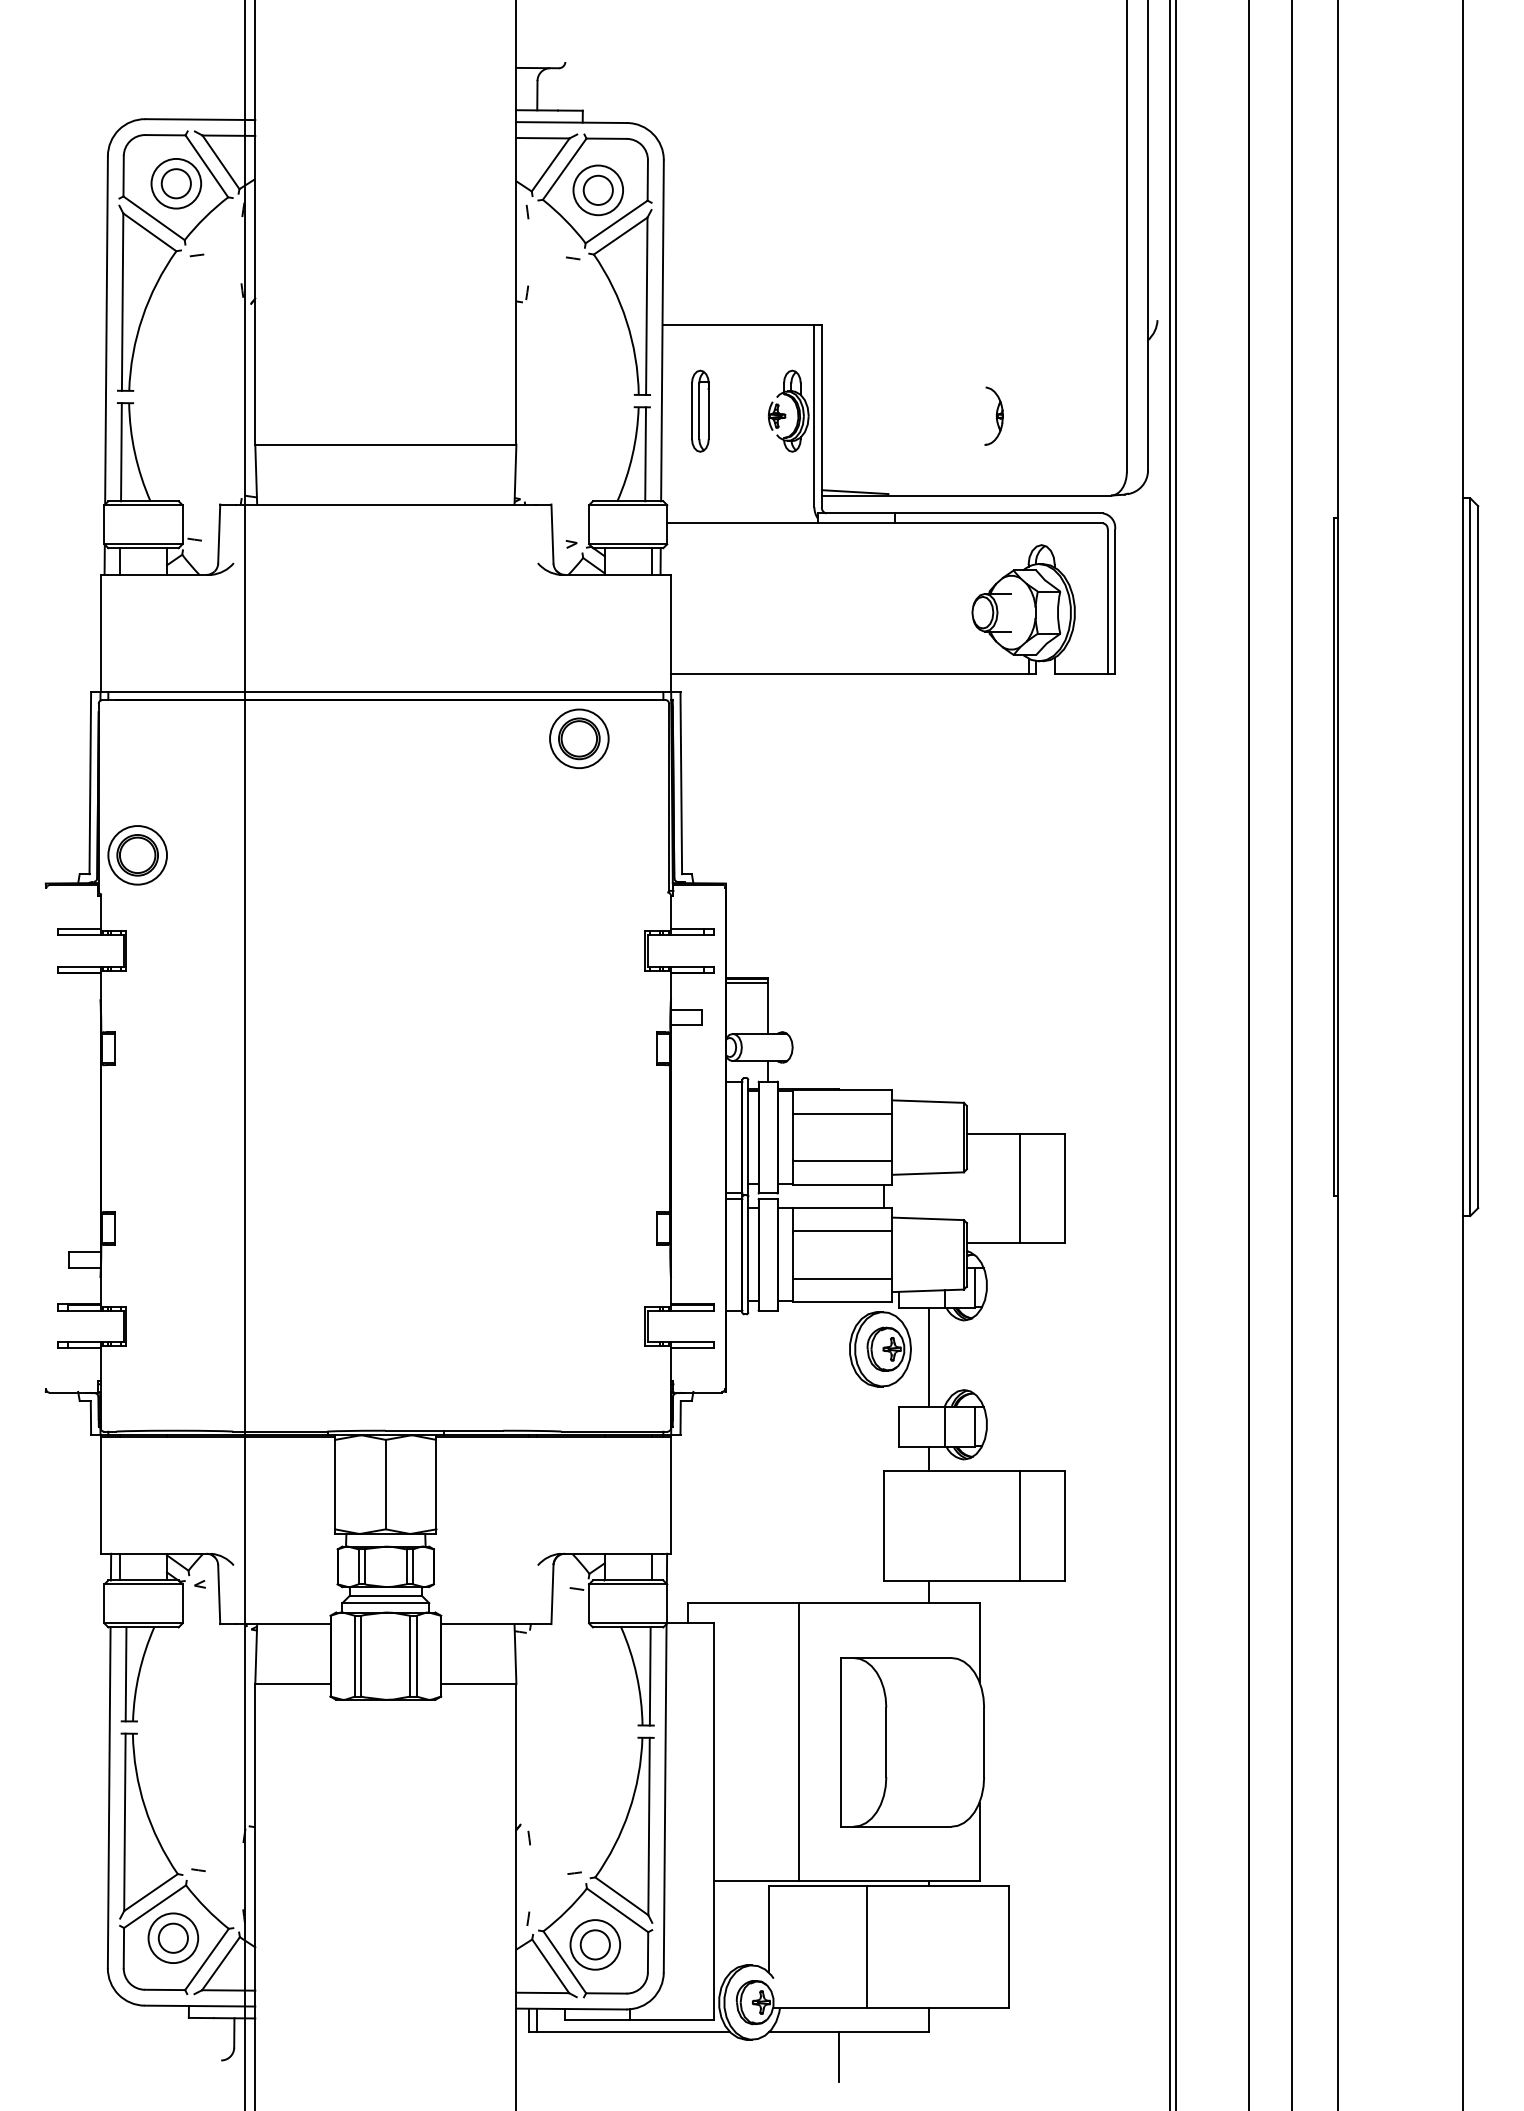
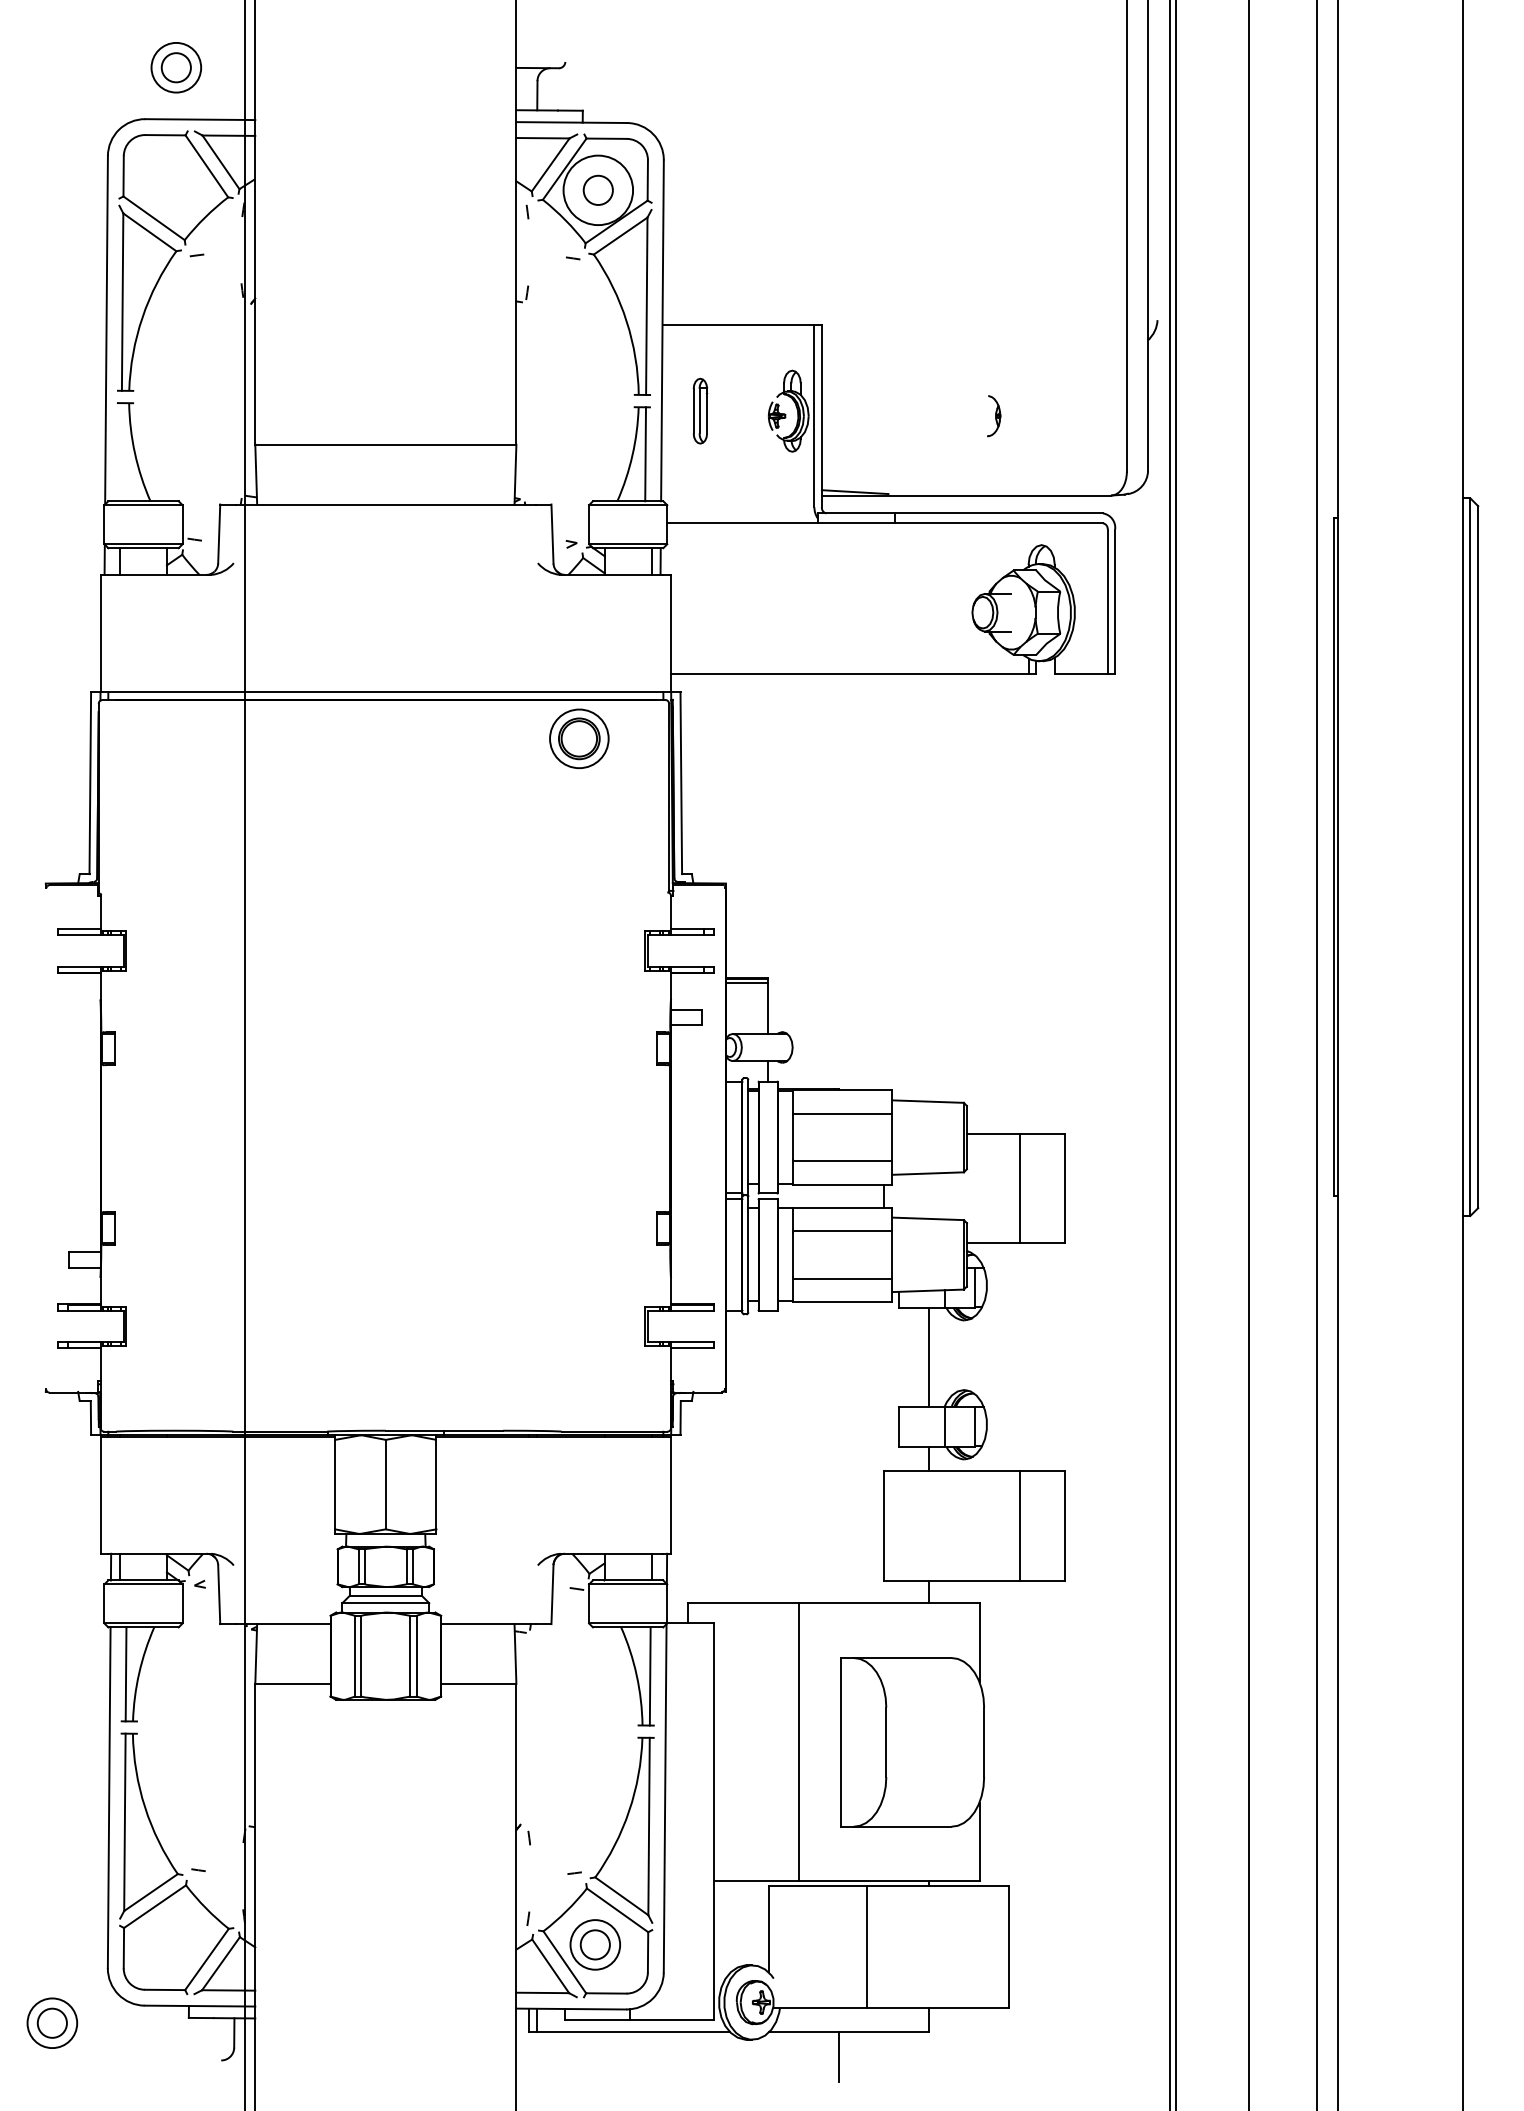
part at (176, 183) position: (176, 183) -> (176, 67)
circle at (598, 190) diameter: 50 px -> 69 px
part at (700, 410) size: 19x84 px -> 17x68 px
part at (993, 415) size: 20x60 px -> 15x43 px
line at (121, 452): present -> none
part at (137, 855): present -> none
line at (1292, 1054) position: (1292, 1054) -> (1317, 1054)
part at (880, 1349): present -> none
part at (173, 1937) position: (173, 1937) -> (52, 2022)
